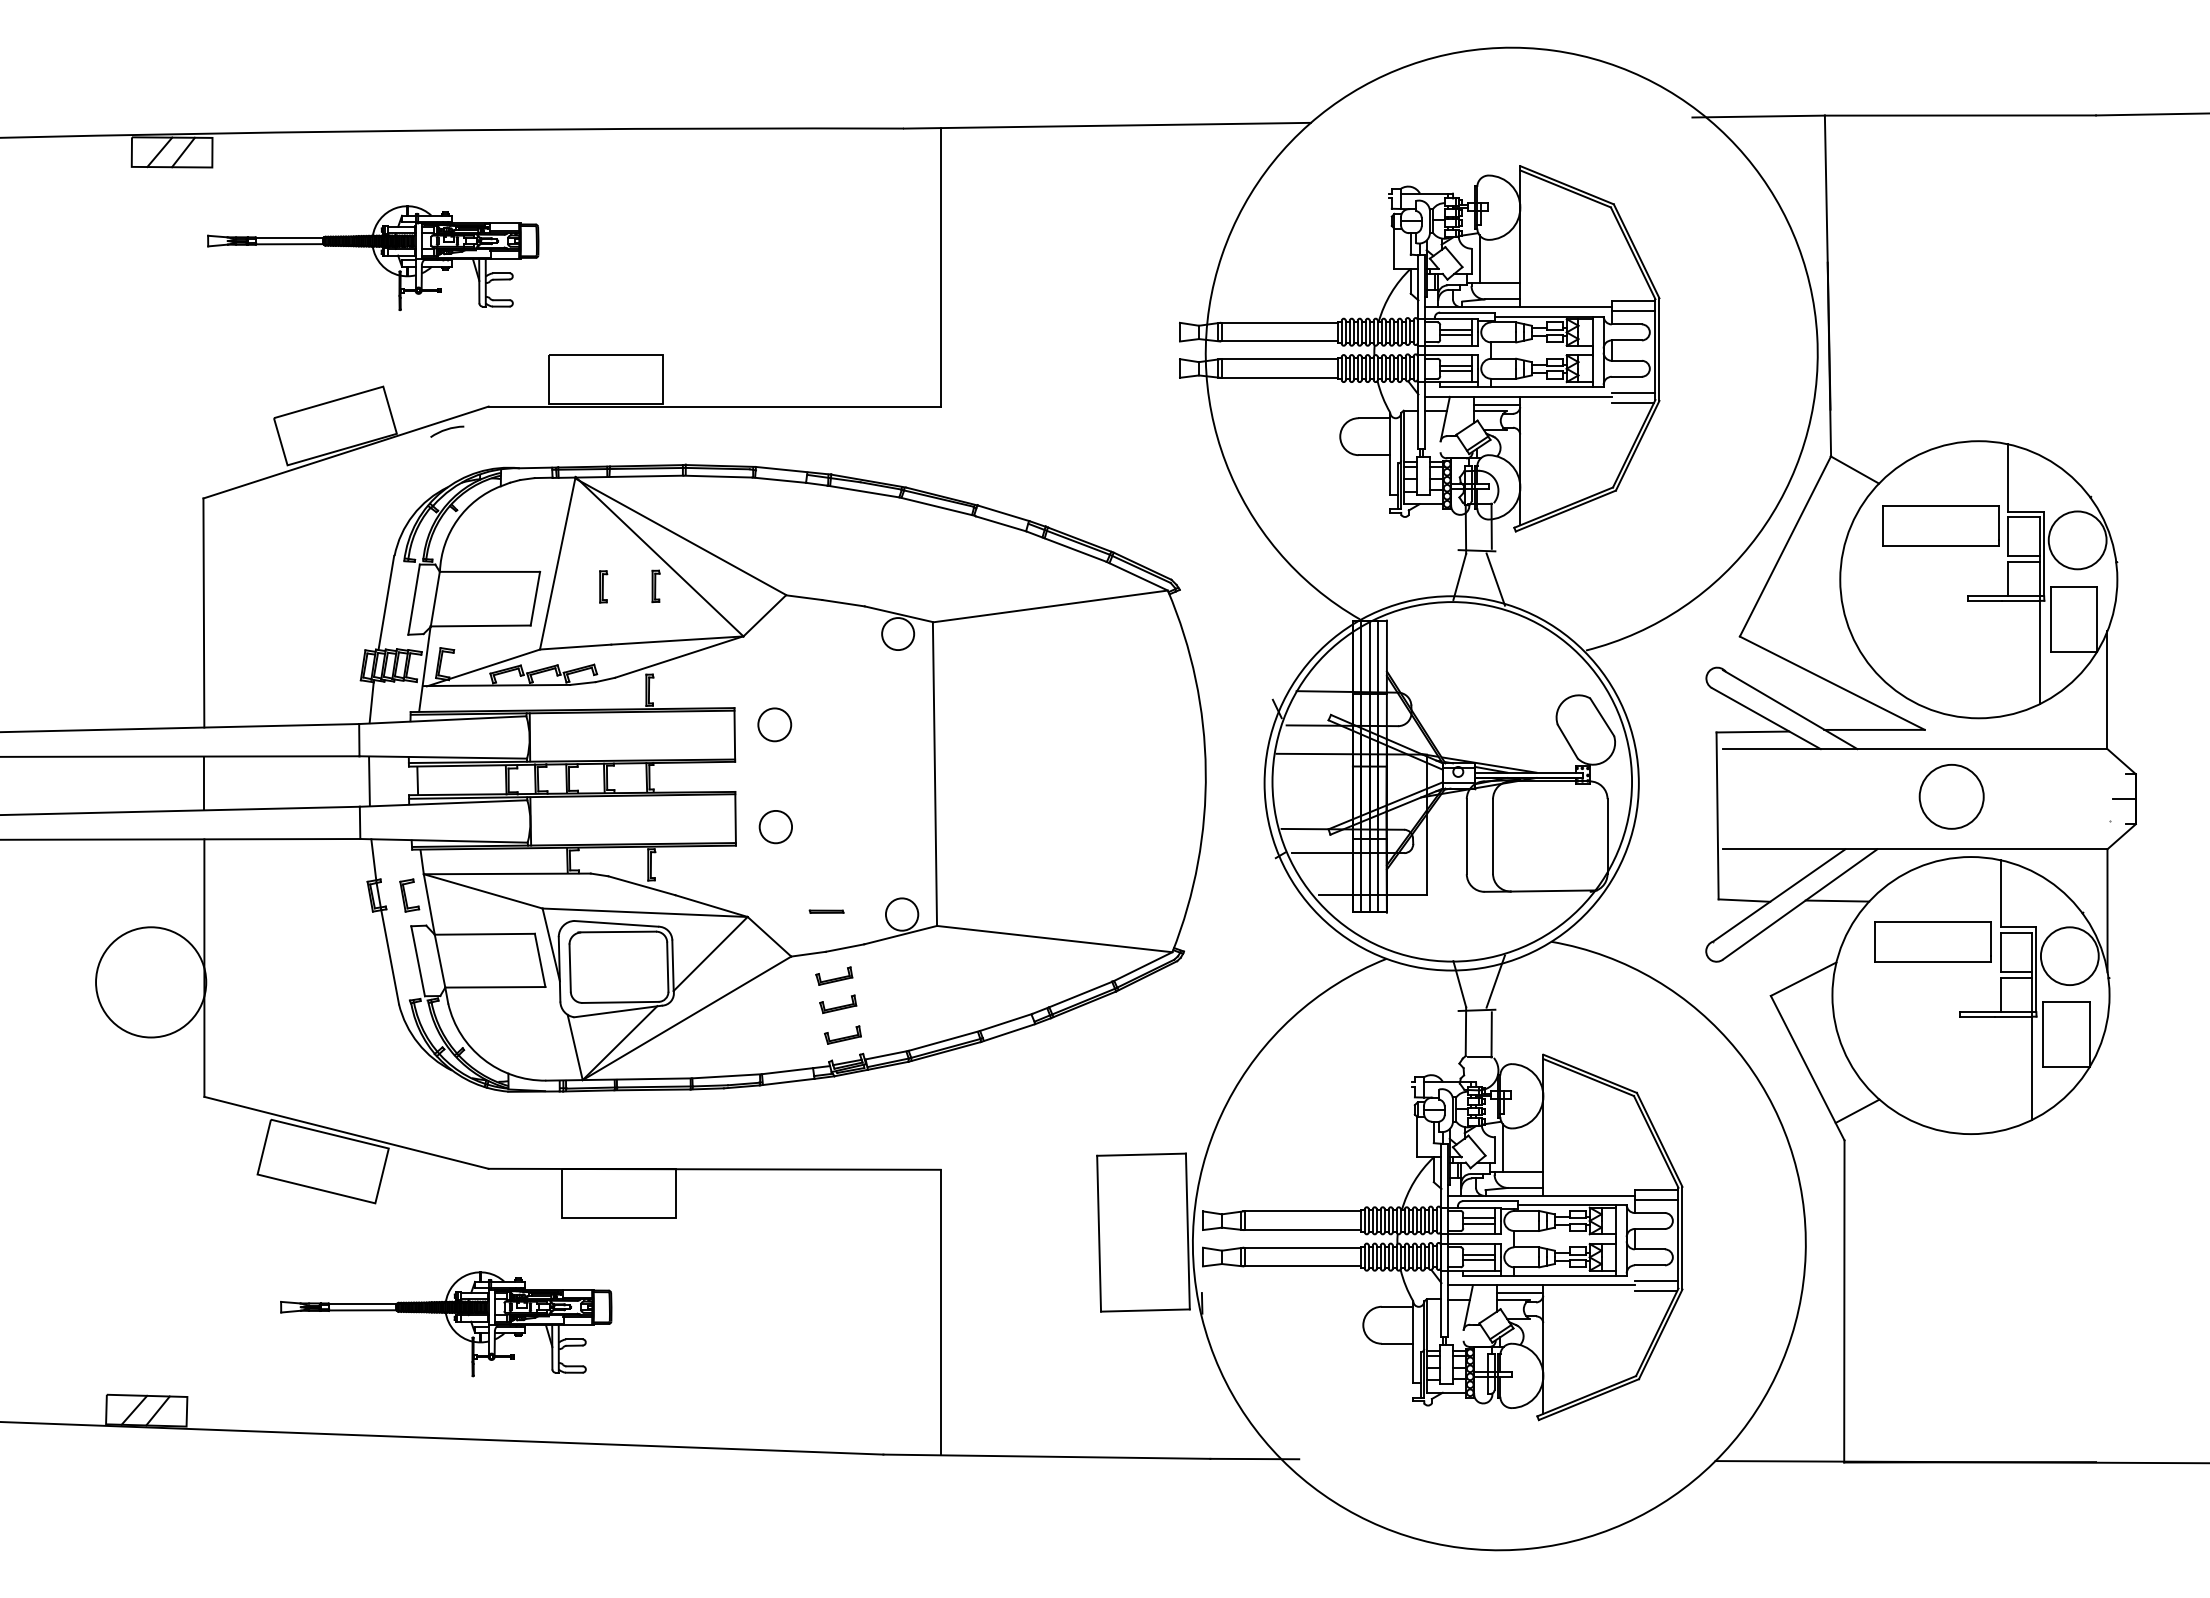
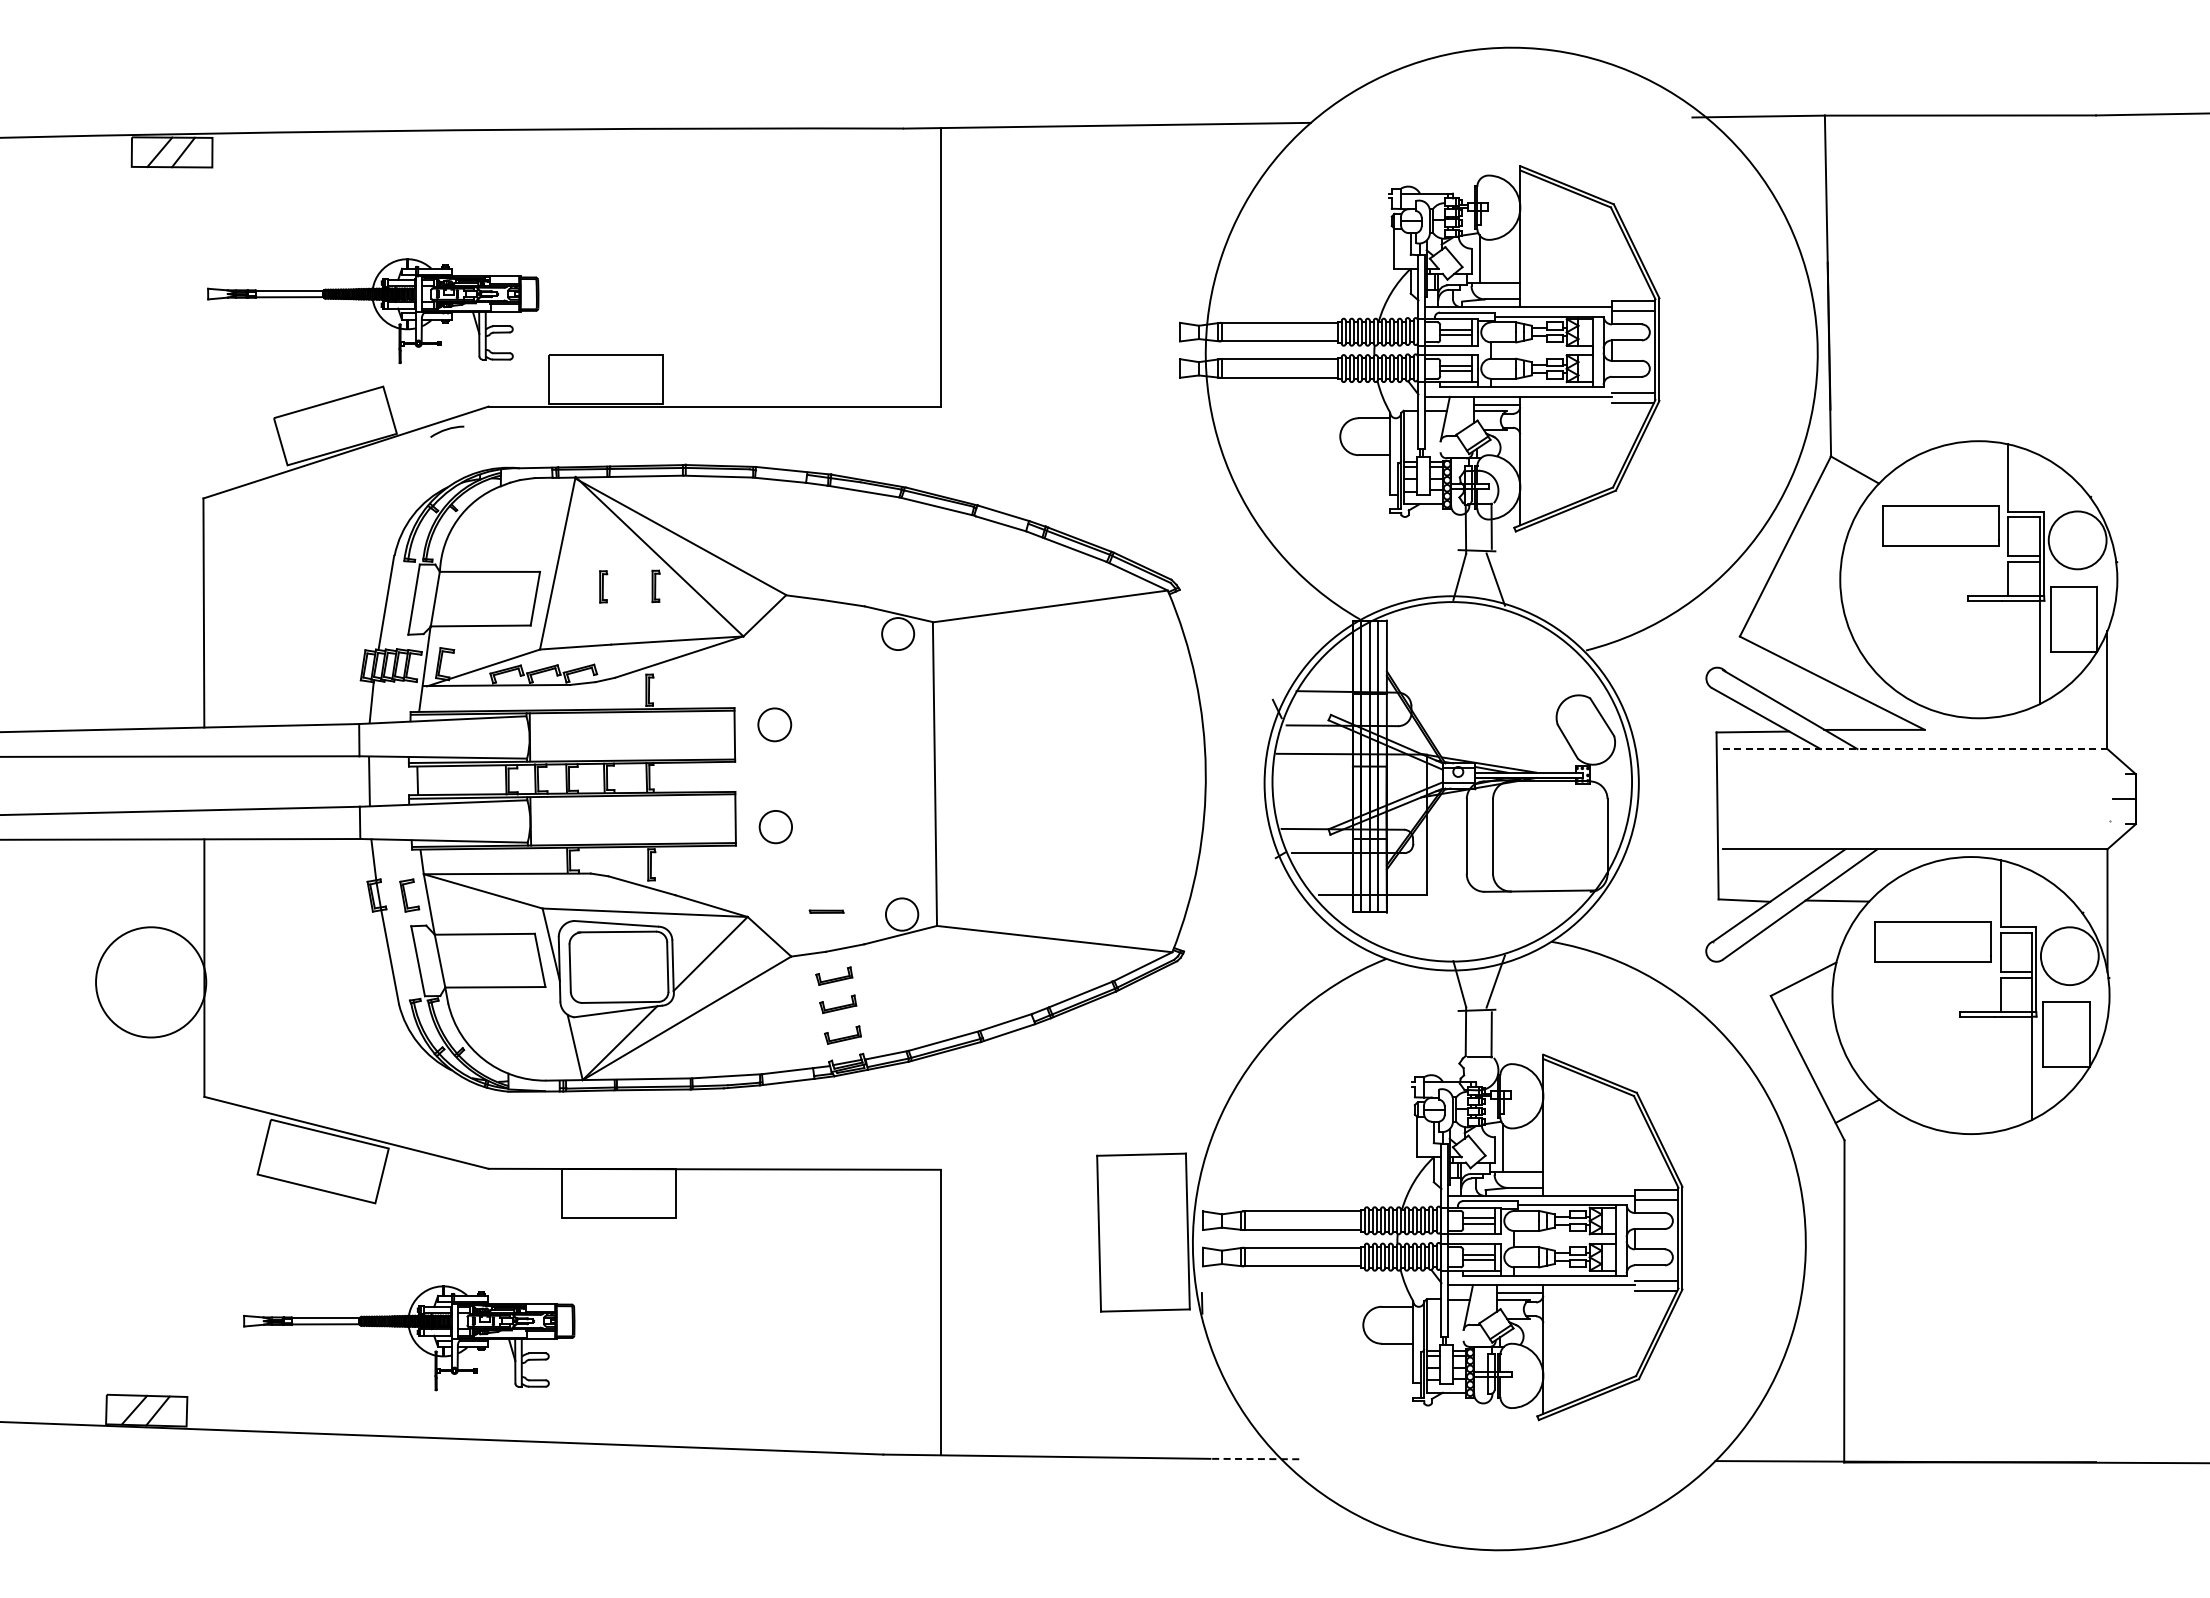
part at (373, 258) position: (373, 258) -> (373, 311)
line at (1915, 749): solid -> dashed
line at (204, 783): present -> none
circle at (1951, 796): present -> none
part at (446, 1324) position: (446, 1324) -> (409, 1338)
line at (1254, 1459): solid -> dashed
